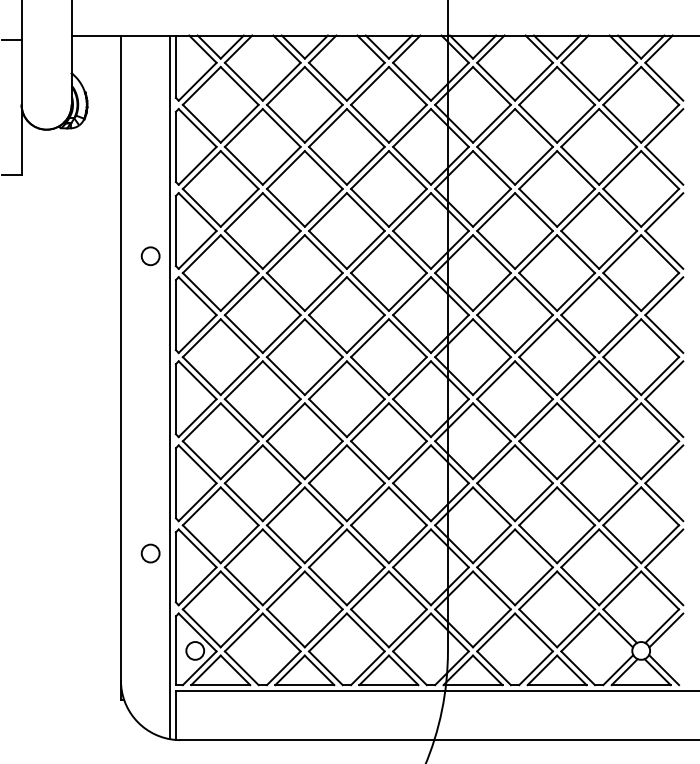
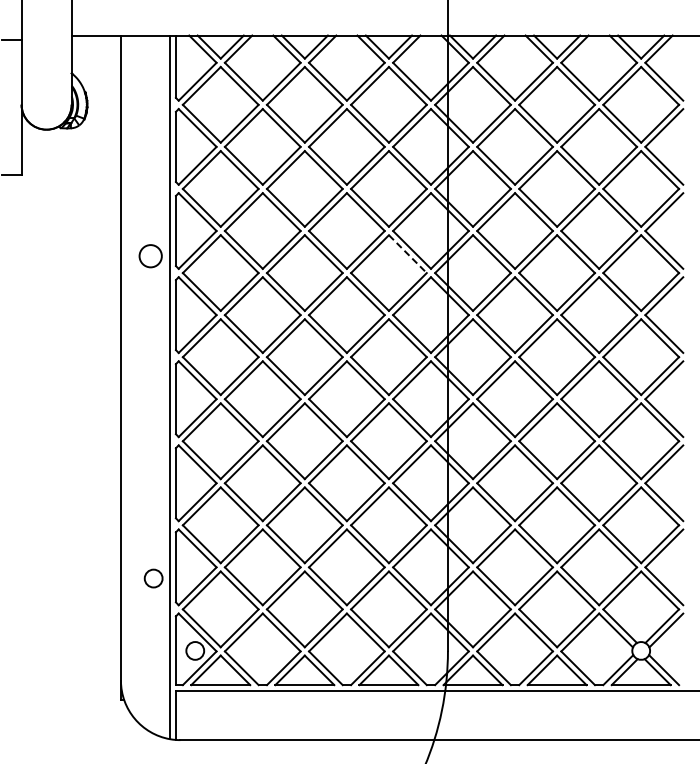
line at (407, 254): solid -> dashed
circle at (150, 256) size: 21x21 px -> 25x25 px
circle at (150, 553) position: (150, 553) -> (153, 578)
